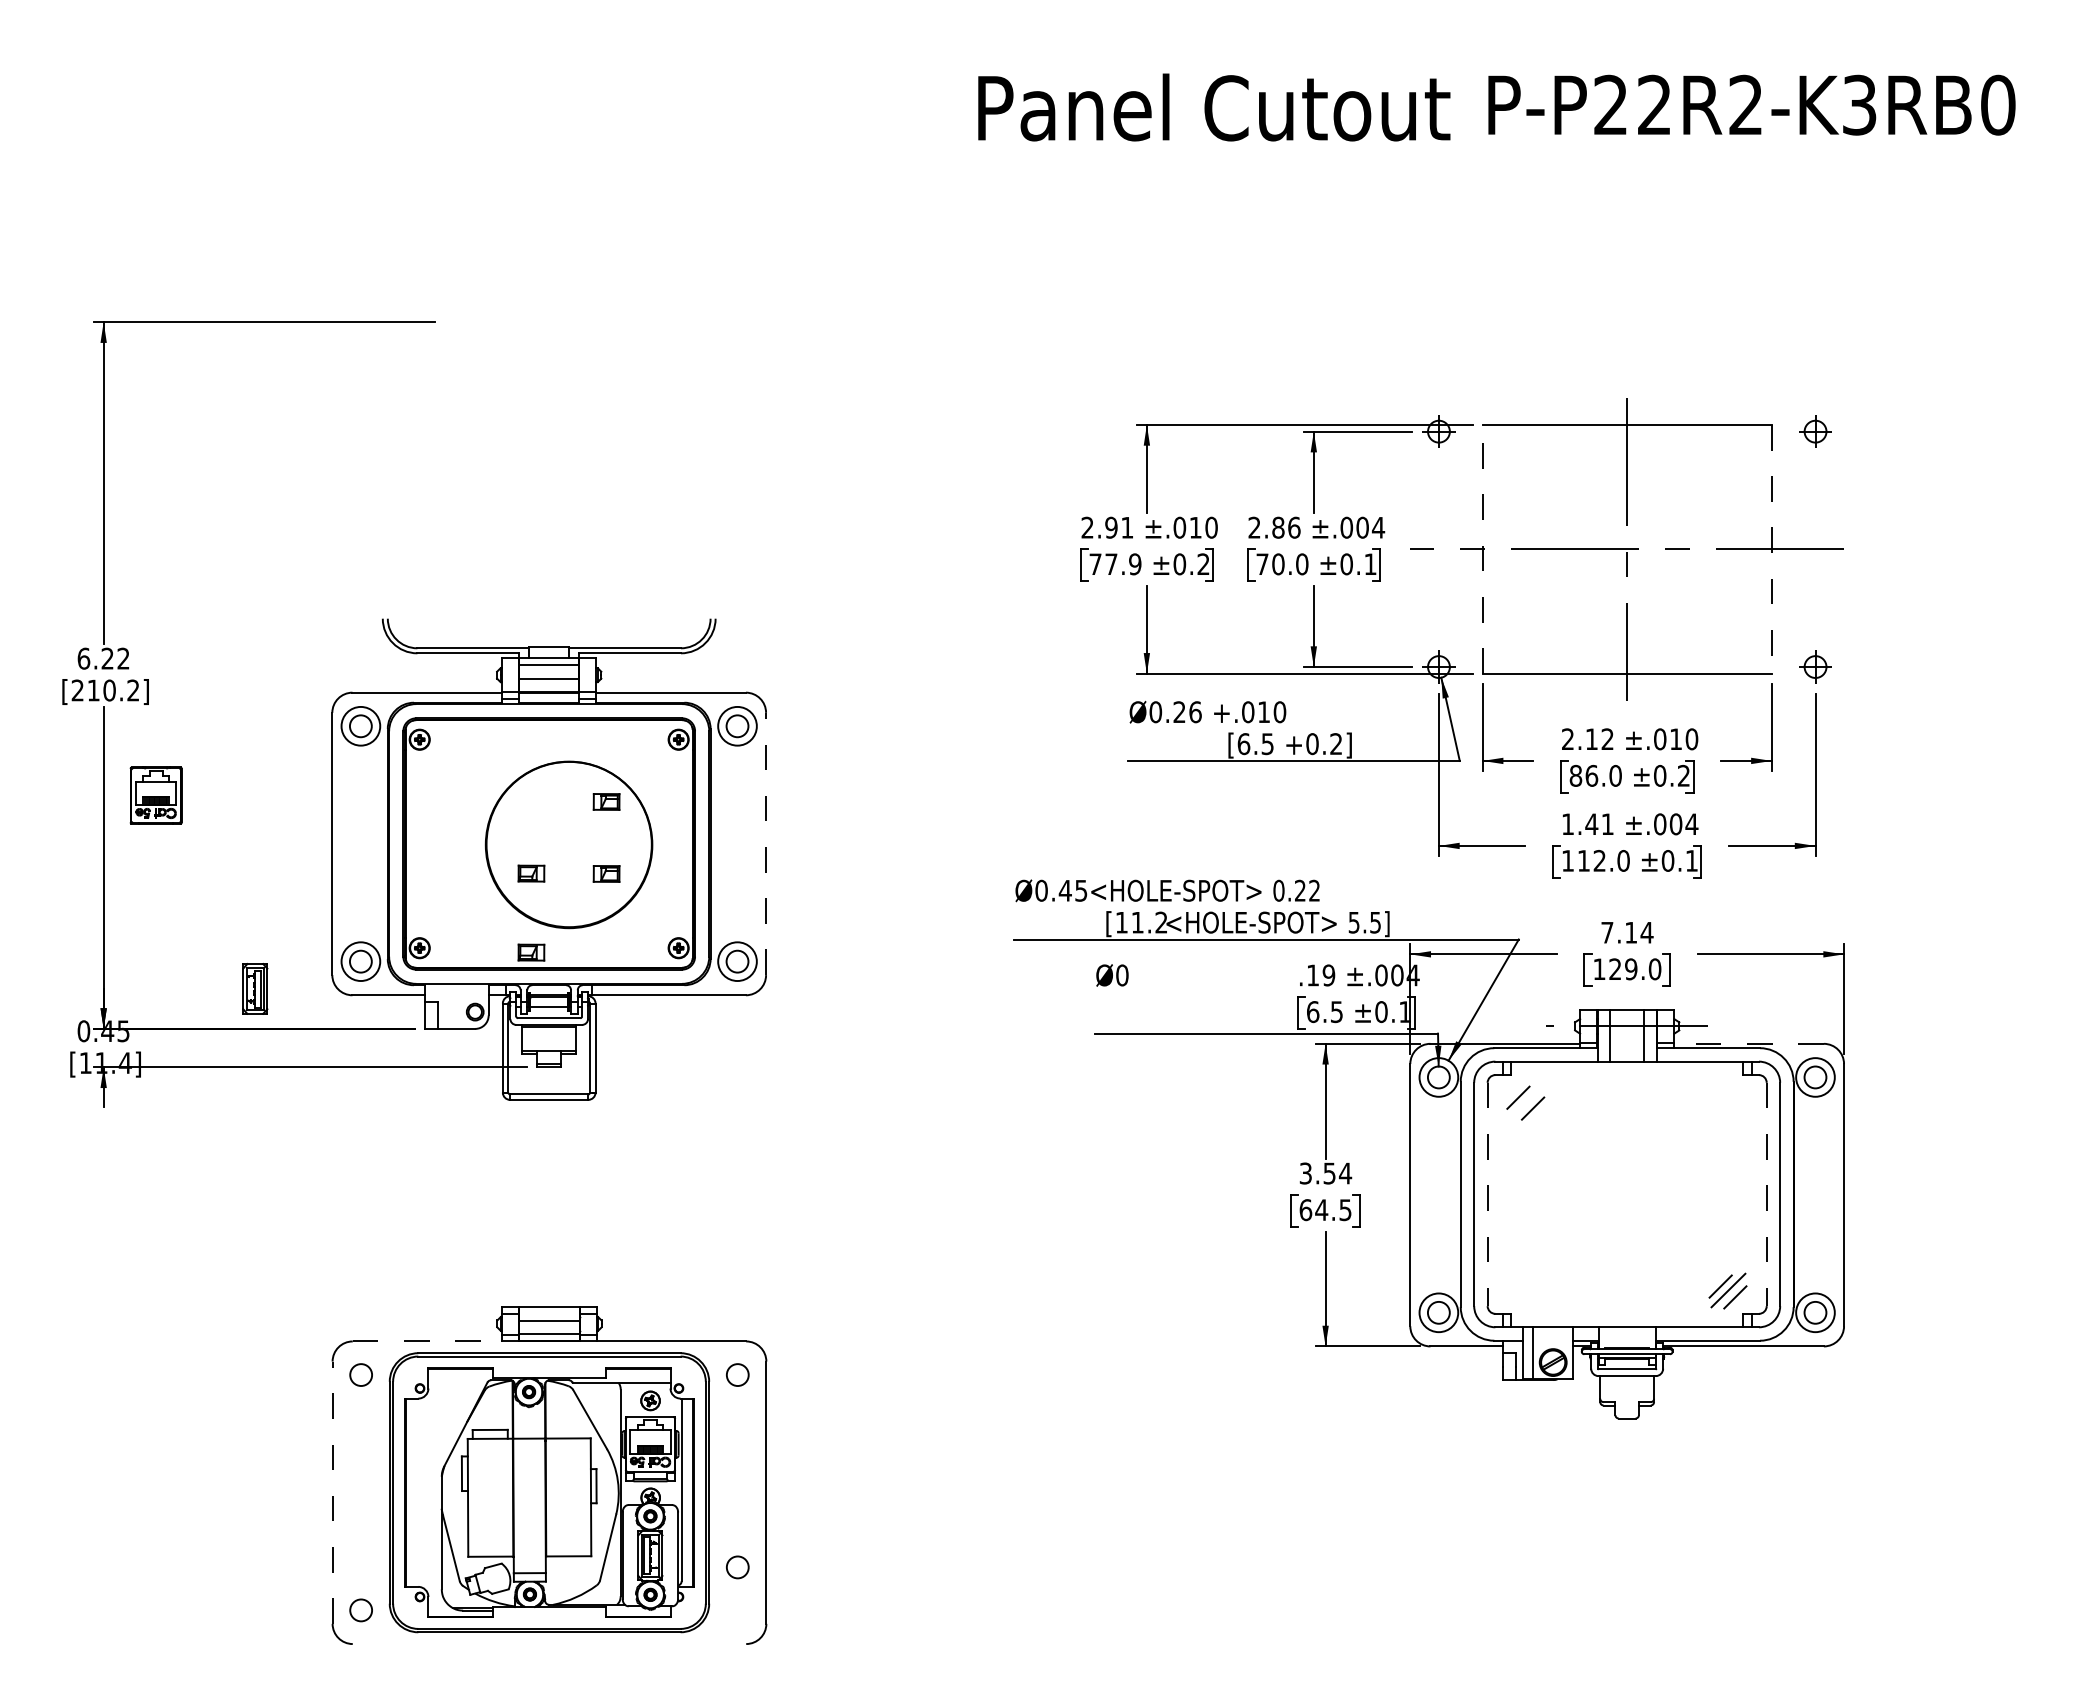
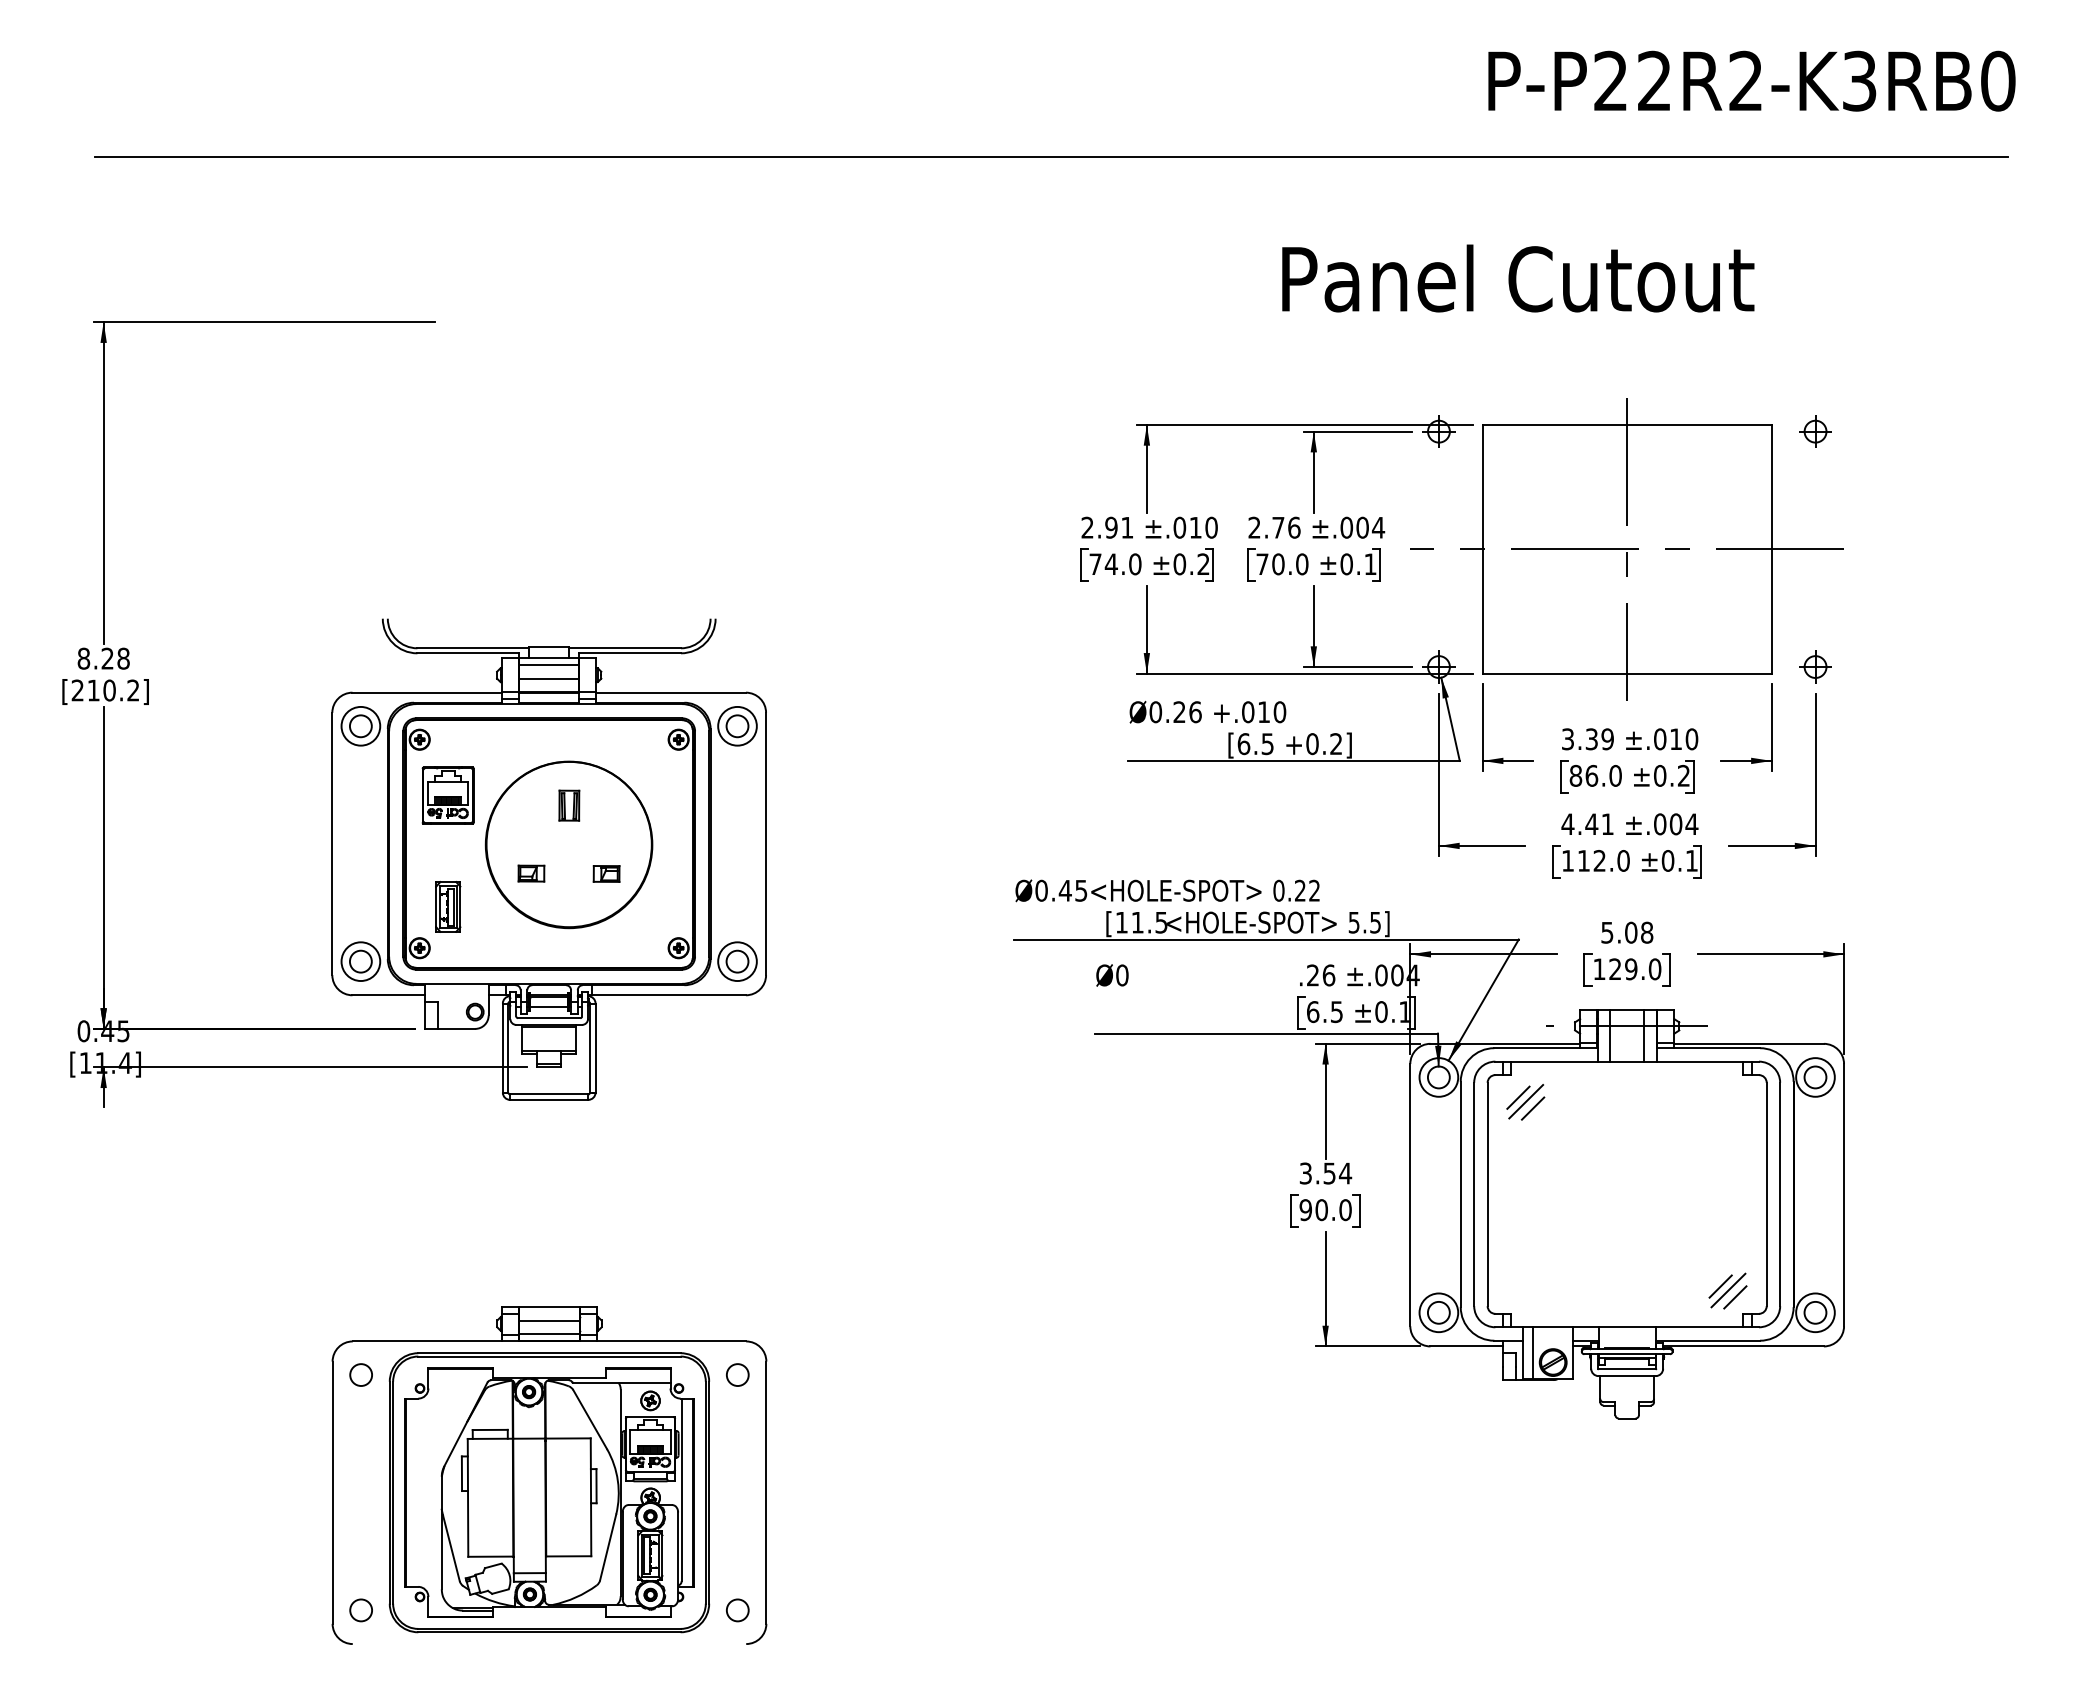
text at (1751, 104) position: (1751, 104) -> (1751, 80)
text at (1214, 107) position: (1214, 107) -> (1518, 278)
line at (1050, 156): none -> present
text at (1278, 527): 2.86 -> 2.76
line at (1482, 548): dashed -> solid
line at (1771, 549): dashed -> solid
text at (1122, 564): 77.9 -> 74.0
text at (103, 658): 6.22 -> 8.28
text at (1587, 739): 2.12 -> 3.39
part at (155, 795) position: (155, 795) -> (447, 795)
part at (606, 801): present -> none
part at (569, 805): none -> present
text at (1567, 823): 1.41 -> 4.41
line at (766, 843): dashed -> solid
text at (1161, 922): [11.2 -> [11.5
text at (1627, 932): 7.14 -> 5.08
part at (531, 952): present -> none
text at (1321, 975): .19 -> .26
part at (255, 988) position: (255, 988) -> (448, 906)
line at (1749, 1043): dashed -> solid
line at (1526, 1101): none -> present
line at (1487, 1194): dashed -> solid
line at (1766, 1194): dashed -> solid
text at (1325, 1210): 64.5 -> 90.0
line at (427, 1341): dashed -> solid
line at (332, 1492): dashed -> solid
circle at (737, 1567) position: (737, 1567) -> (737, 1610)
